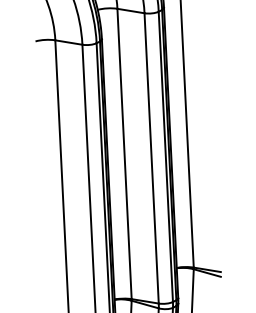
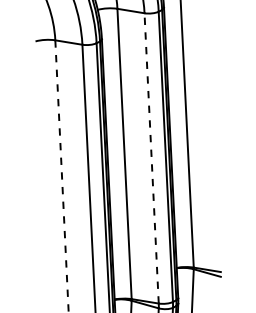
line at (151, 157): solid -> dashed
line at (62, 177): solid -> dashed
